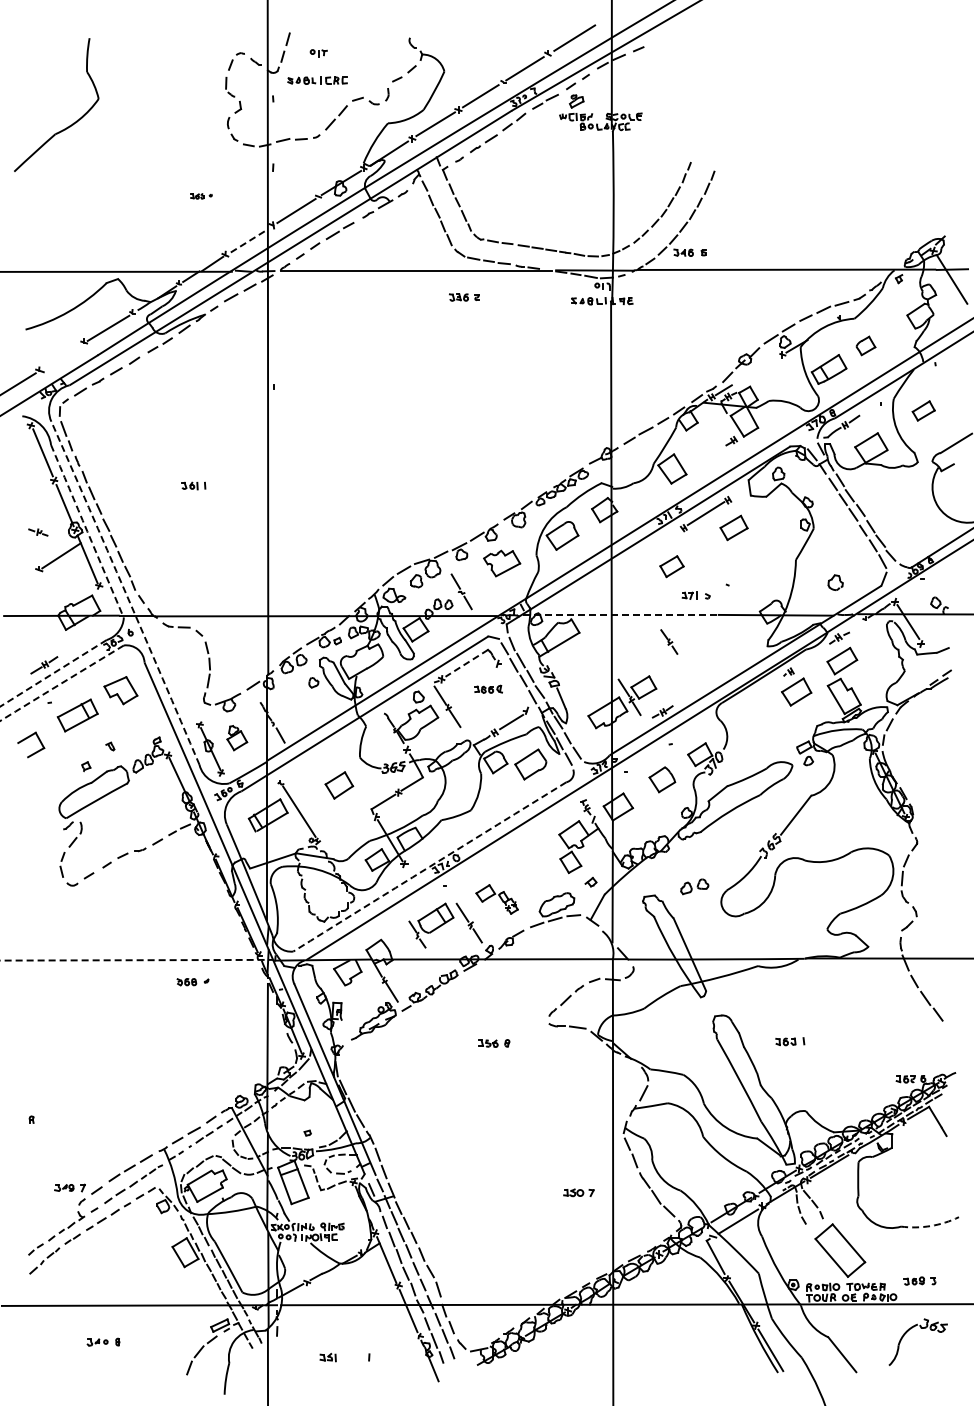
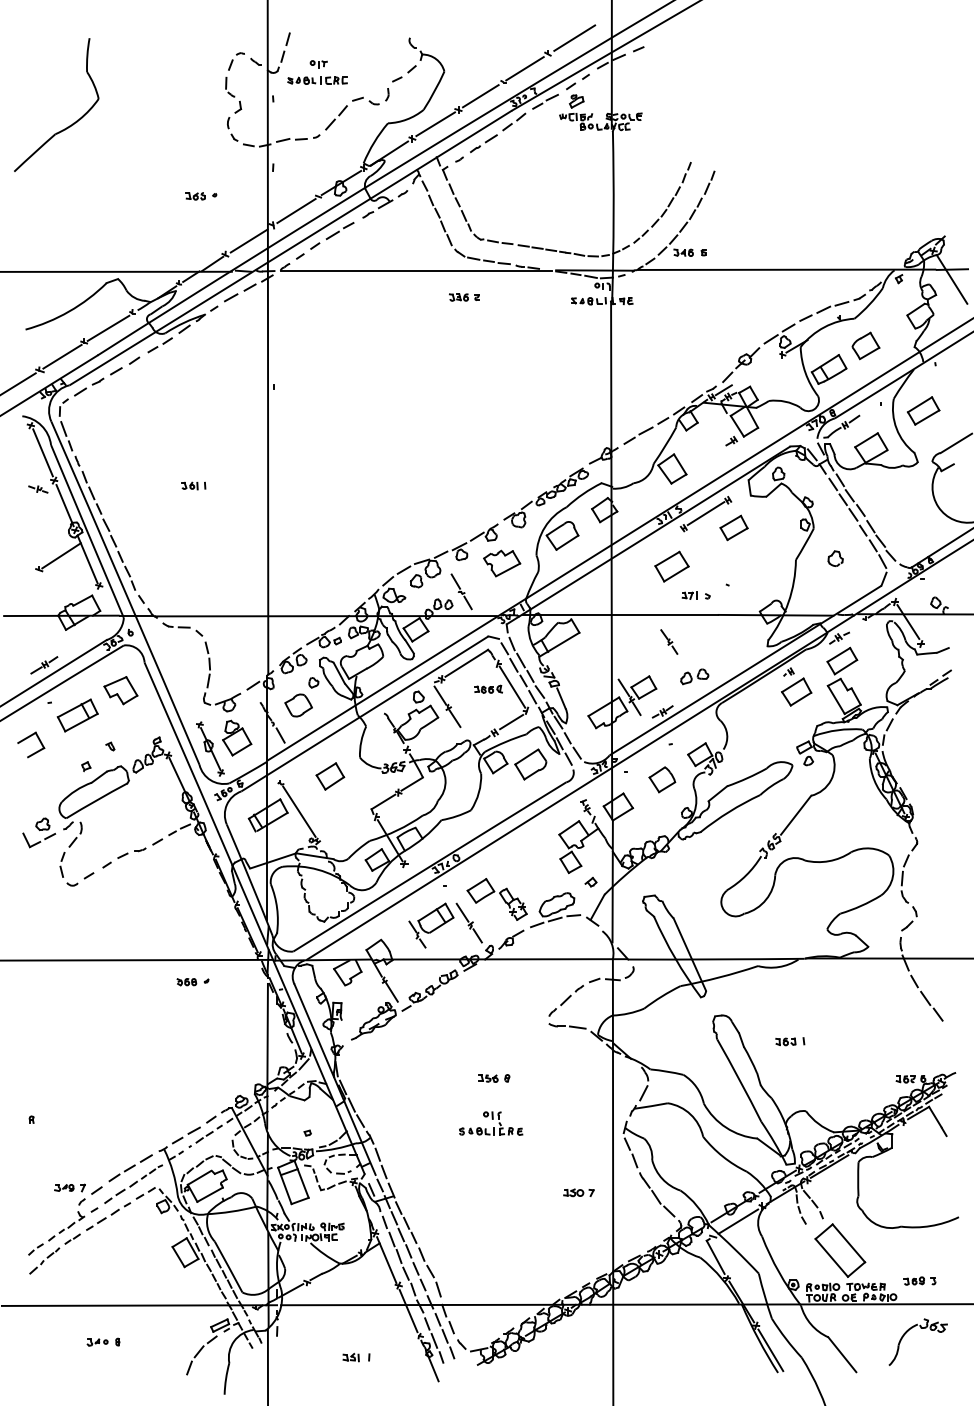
part at (318, 53) position: (318, 53) -> (318, 64)
part at (201, 196) size: 23x7 px -> 33x9 px
line at (249, 241): dashed -> solid
part at (865, 345) size: 22x22 px -> 30x30 px
line at (62, 356): none -> present
part at (923, 410) size: 25x22 px -> 34x30 px
arc at (87, 531): dashed -> solid
part at (38, 532) position: (38, 532) -> (38, 489)
part at (671, 566) size: 26x24 px -> 36x33 px
part at (835, 582) position: (835, 582) -> (835, 558)
arc at (125, 593): dashed -> solid
line at (621, 614): dashed -> solid
line at (466, 663): dashed -> solid
line at (53, 673): dashed -> solid
arc at (61, 683): dashed -> solid
line at (512, 686): none -> present
part at (298, 705): none -> present
part at (237, 738) size: 23x27 px -> 31x38 px
part at (339, 785) position: (339, 785) -> (330, 776)
part at (39, 832): none -> present
arc at (429, 866): dashed -> solid
part at (694, 886) position: (694, 886) -> (694, 676)
part at (496, 899) size: 44x31 px -> 62x43 px
line at (137, 960): dashed -> solid
part at (494, 1043) position: (494, 1043) -> (494, 1078)
part at (491, 1123): none -> present
arc at (930, 1226): dashed -> solid
part at (327, 1357) position: (327, 1357) -> (350, 1357)
